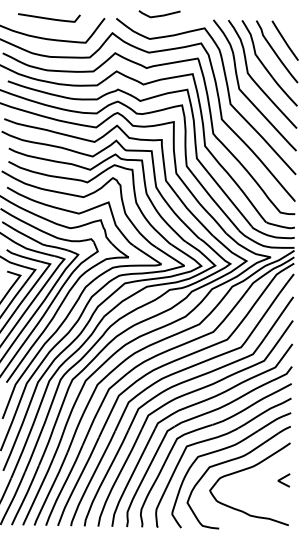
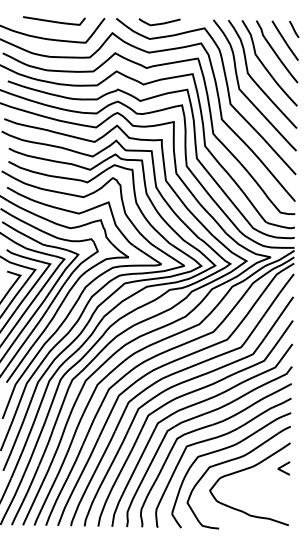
curve at (159, 15) position: (159, 15) -> (159, 23)
curve at (48, 17) position: (48, 17) -> (53, 20)
line at (294, 28): none -> present
curve at (282, 479) position: (282, 479) -> (282, 467)
